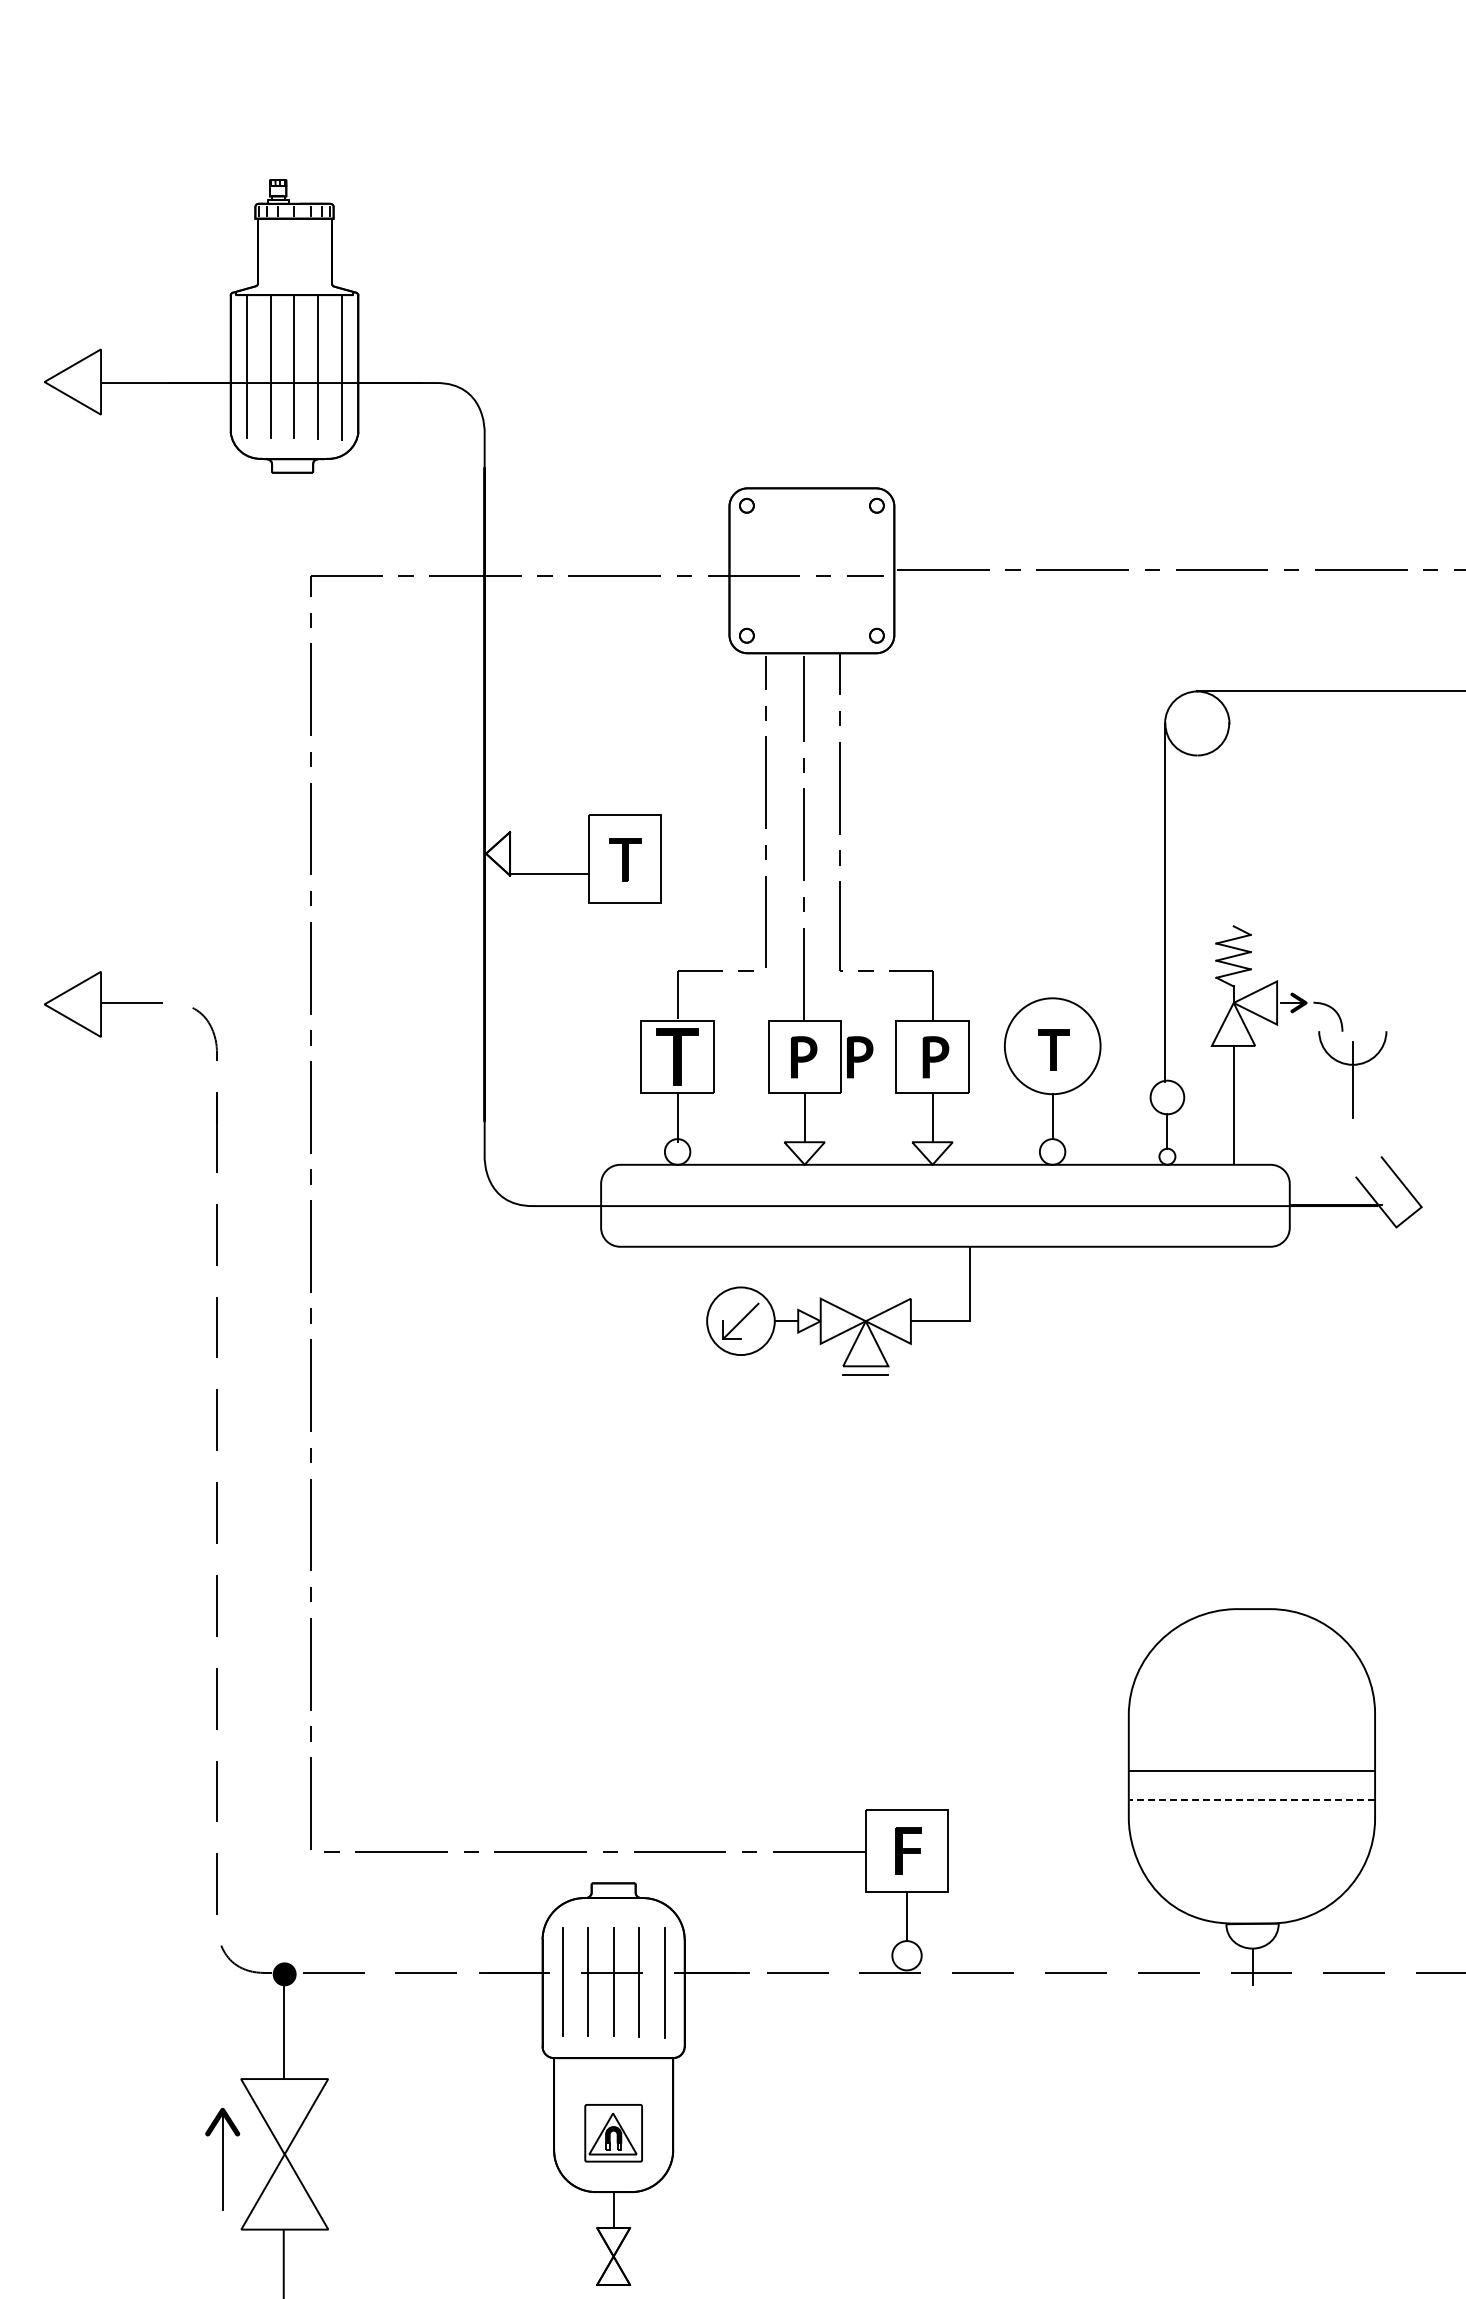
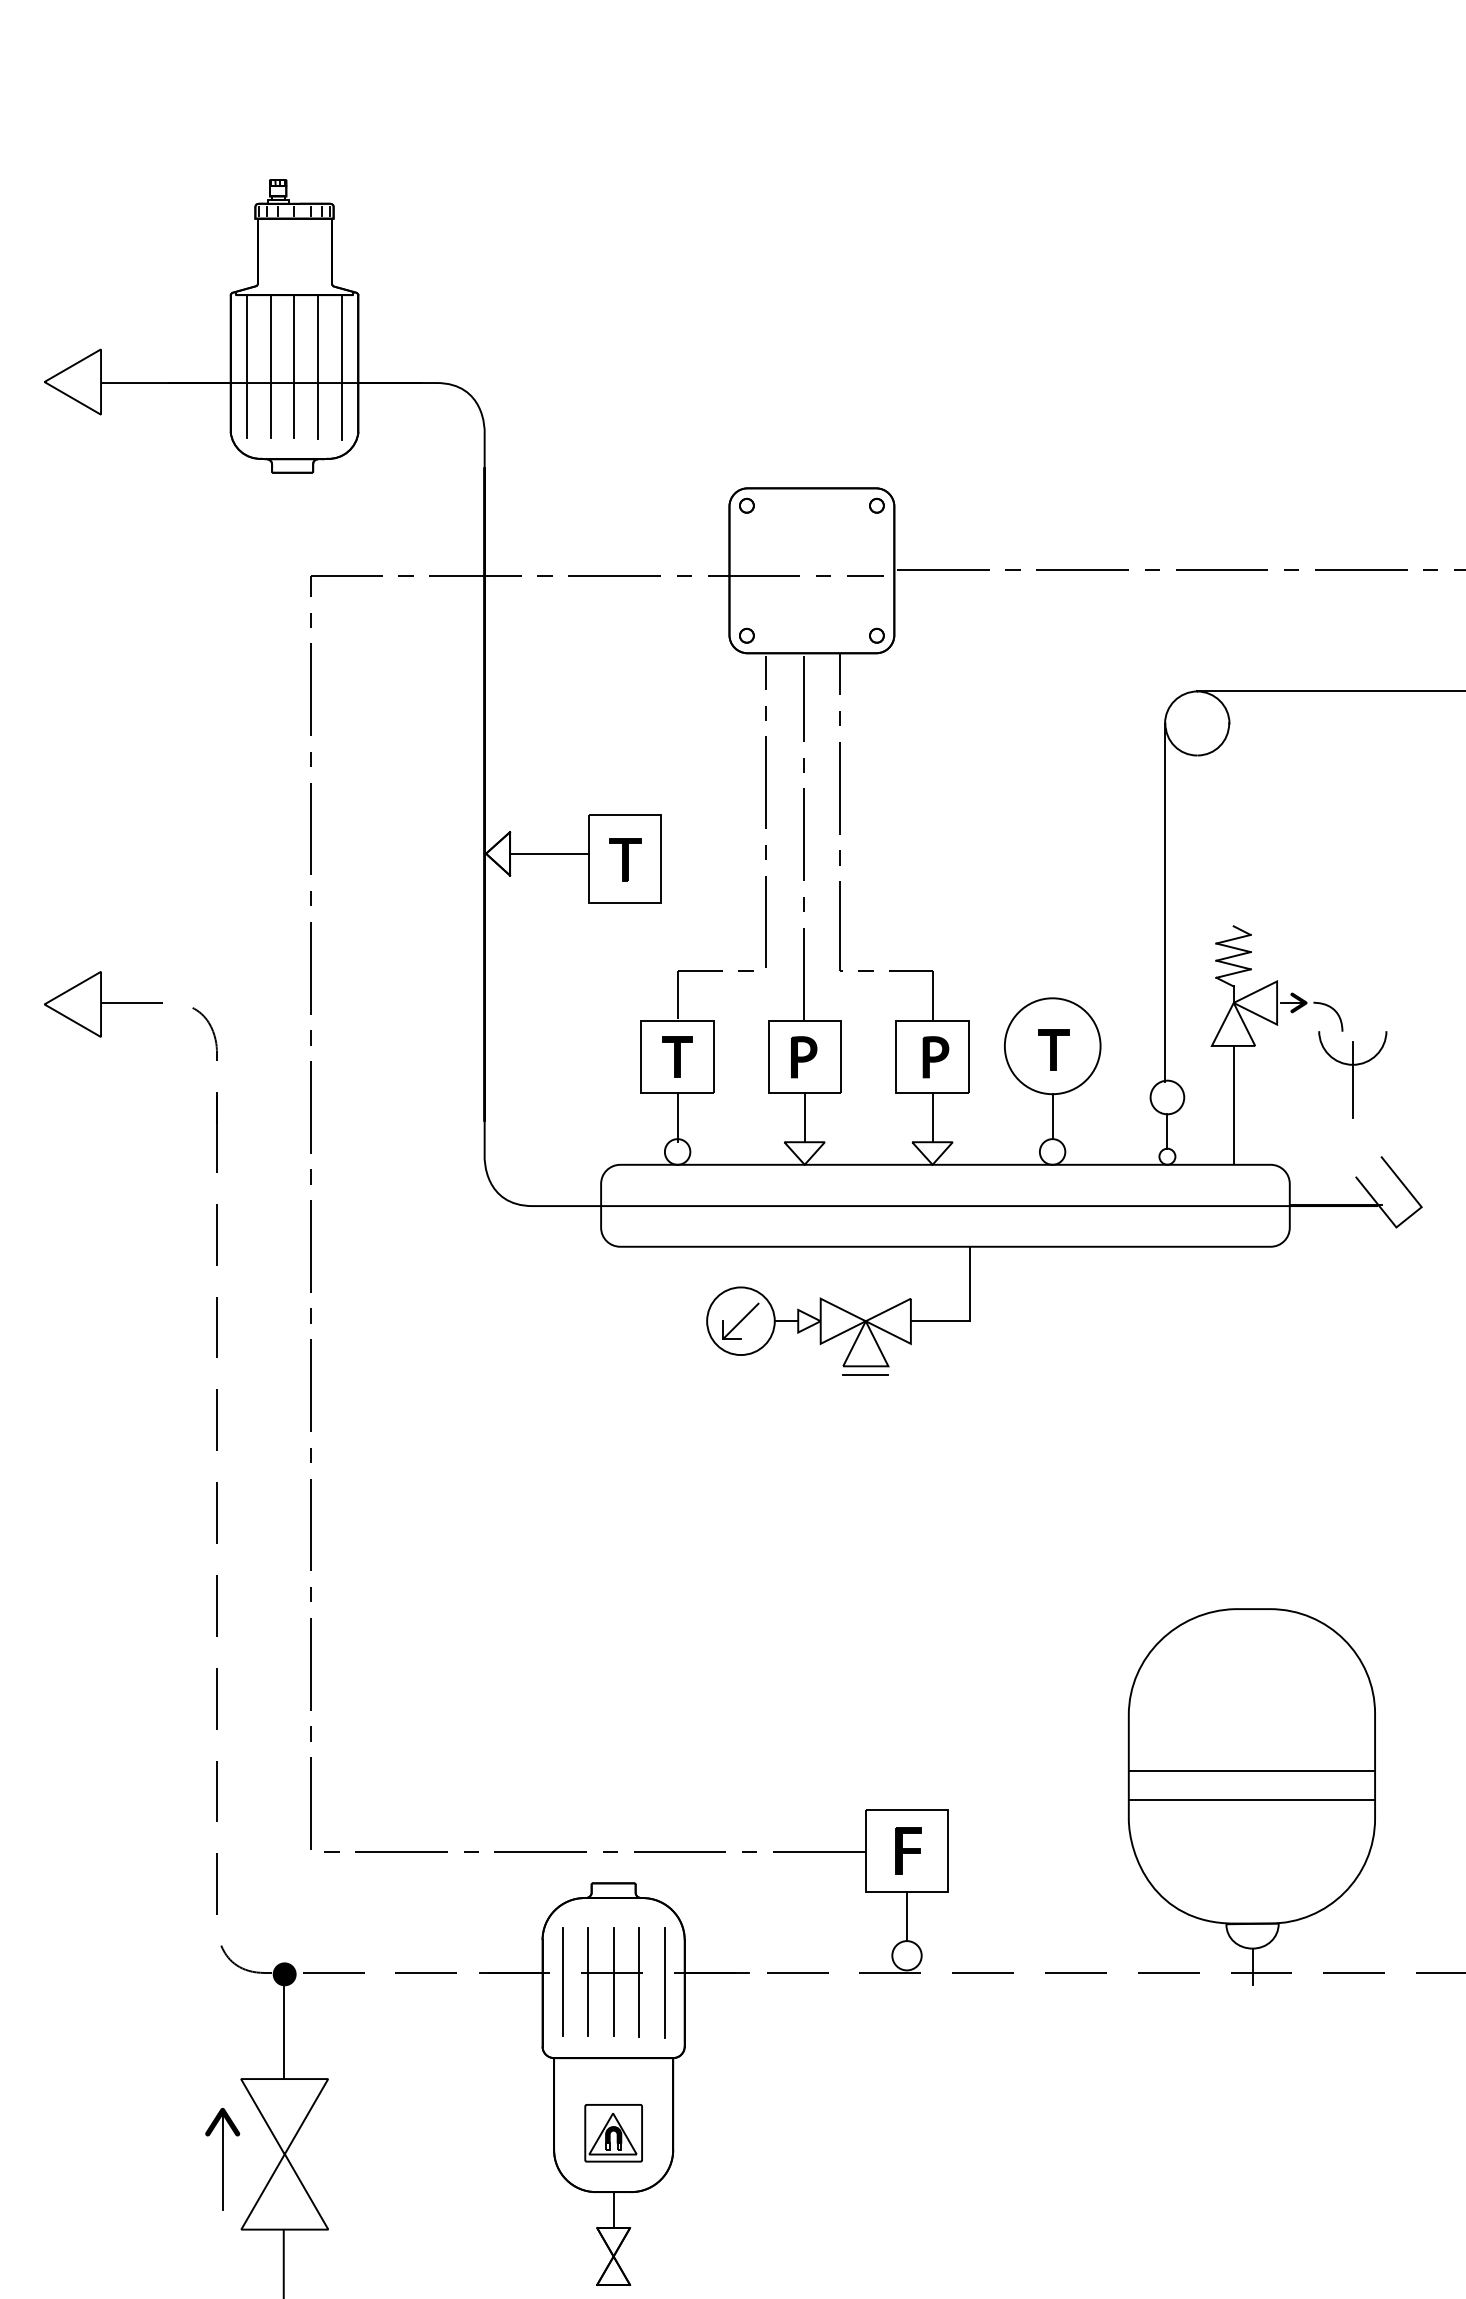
line at (549, 873) position: (549, 873) -> (549, 853)
part at (677, 1056) size: 43x58 px -> 31x42 px
part at (860, 1057): present -> none
line at (1252, 1800): dashed -> solid
